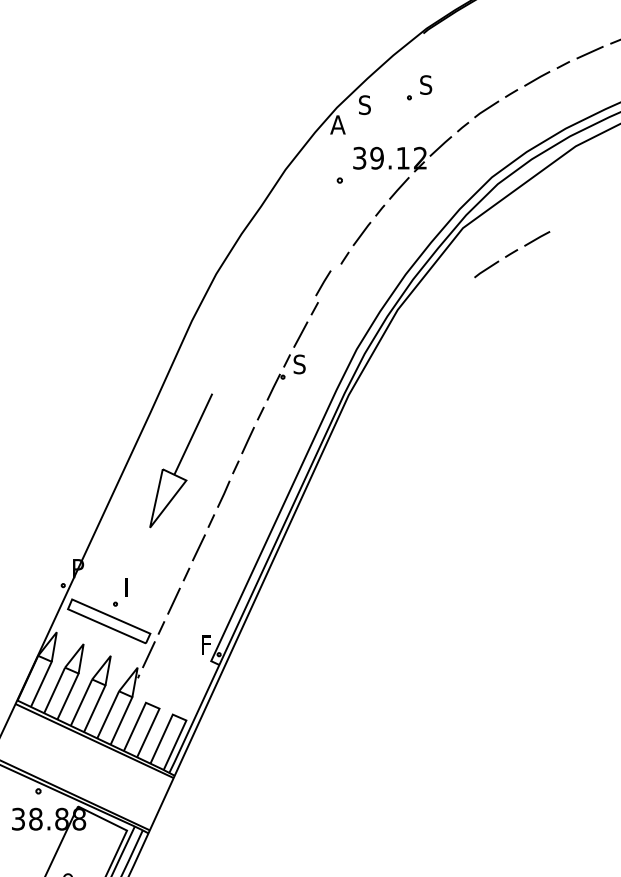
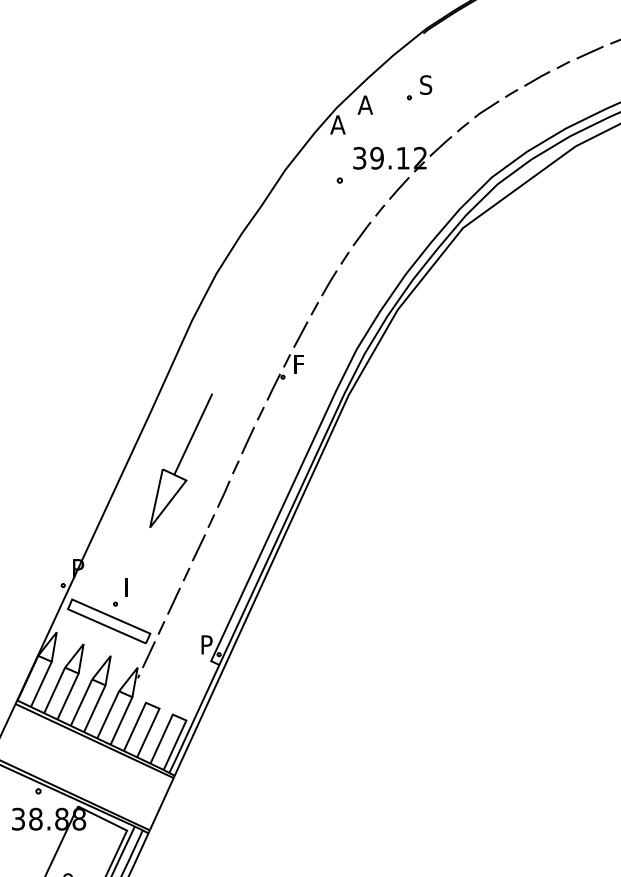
text at (365, 105): S -> A
part at (512, 254): present -> none
line at (323, 283) position: (323, 283) -> (329, 283)
text at (299, 364): S -> F
text at (206, 644): F -> P
